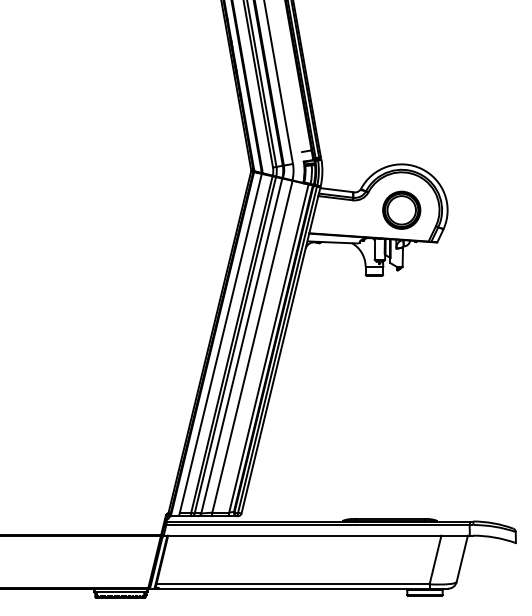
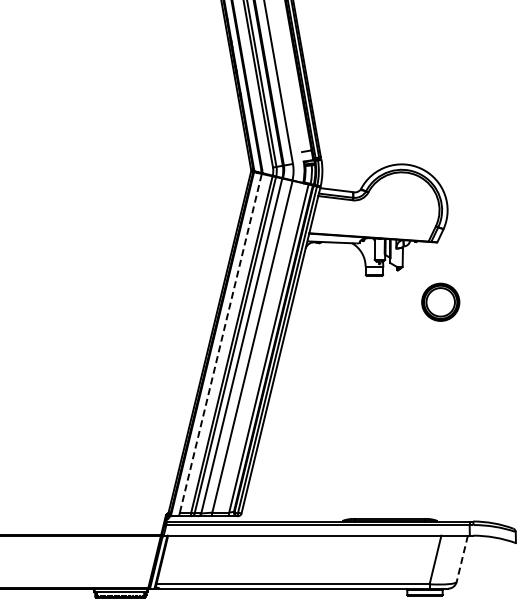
part at (401, 209) position: (401, 209) -> (440, 301)
line at (220, 342): solid -> dashed
line at (462, 558): solid -> dashed
